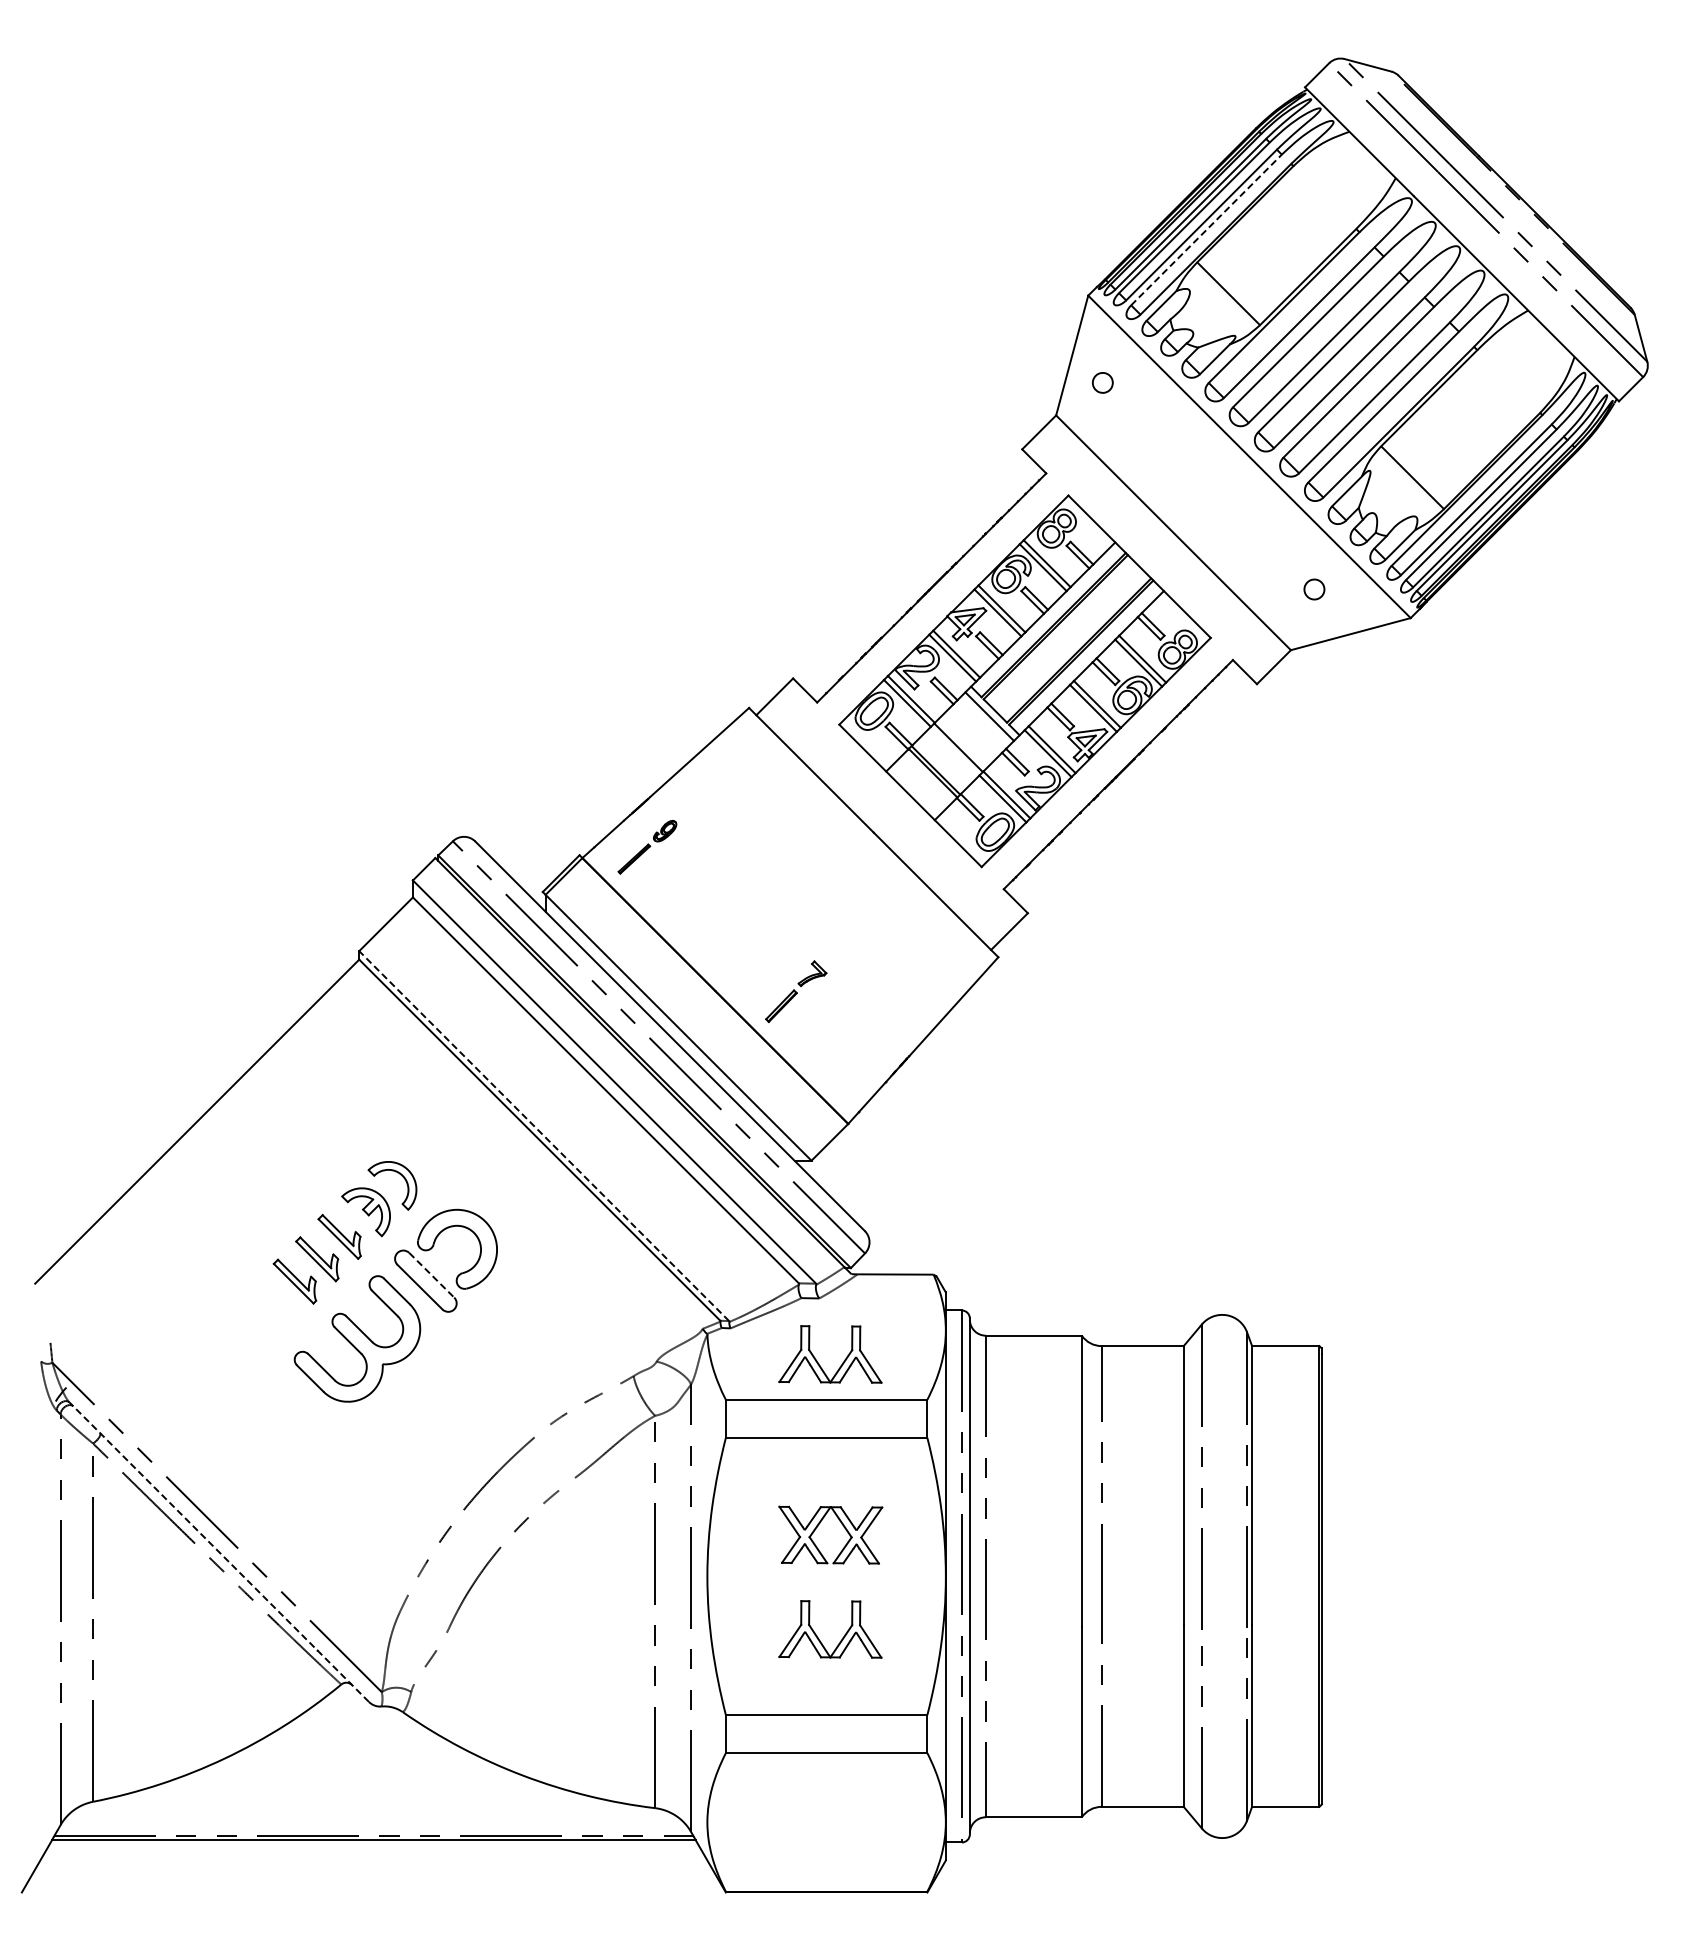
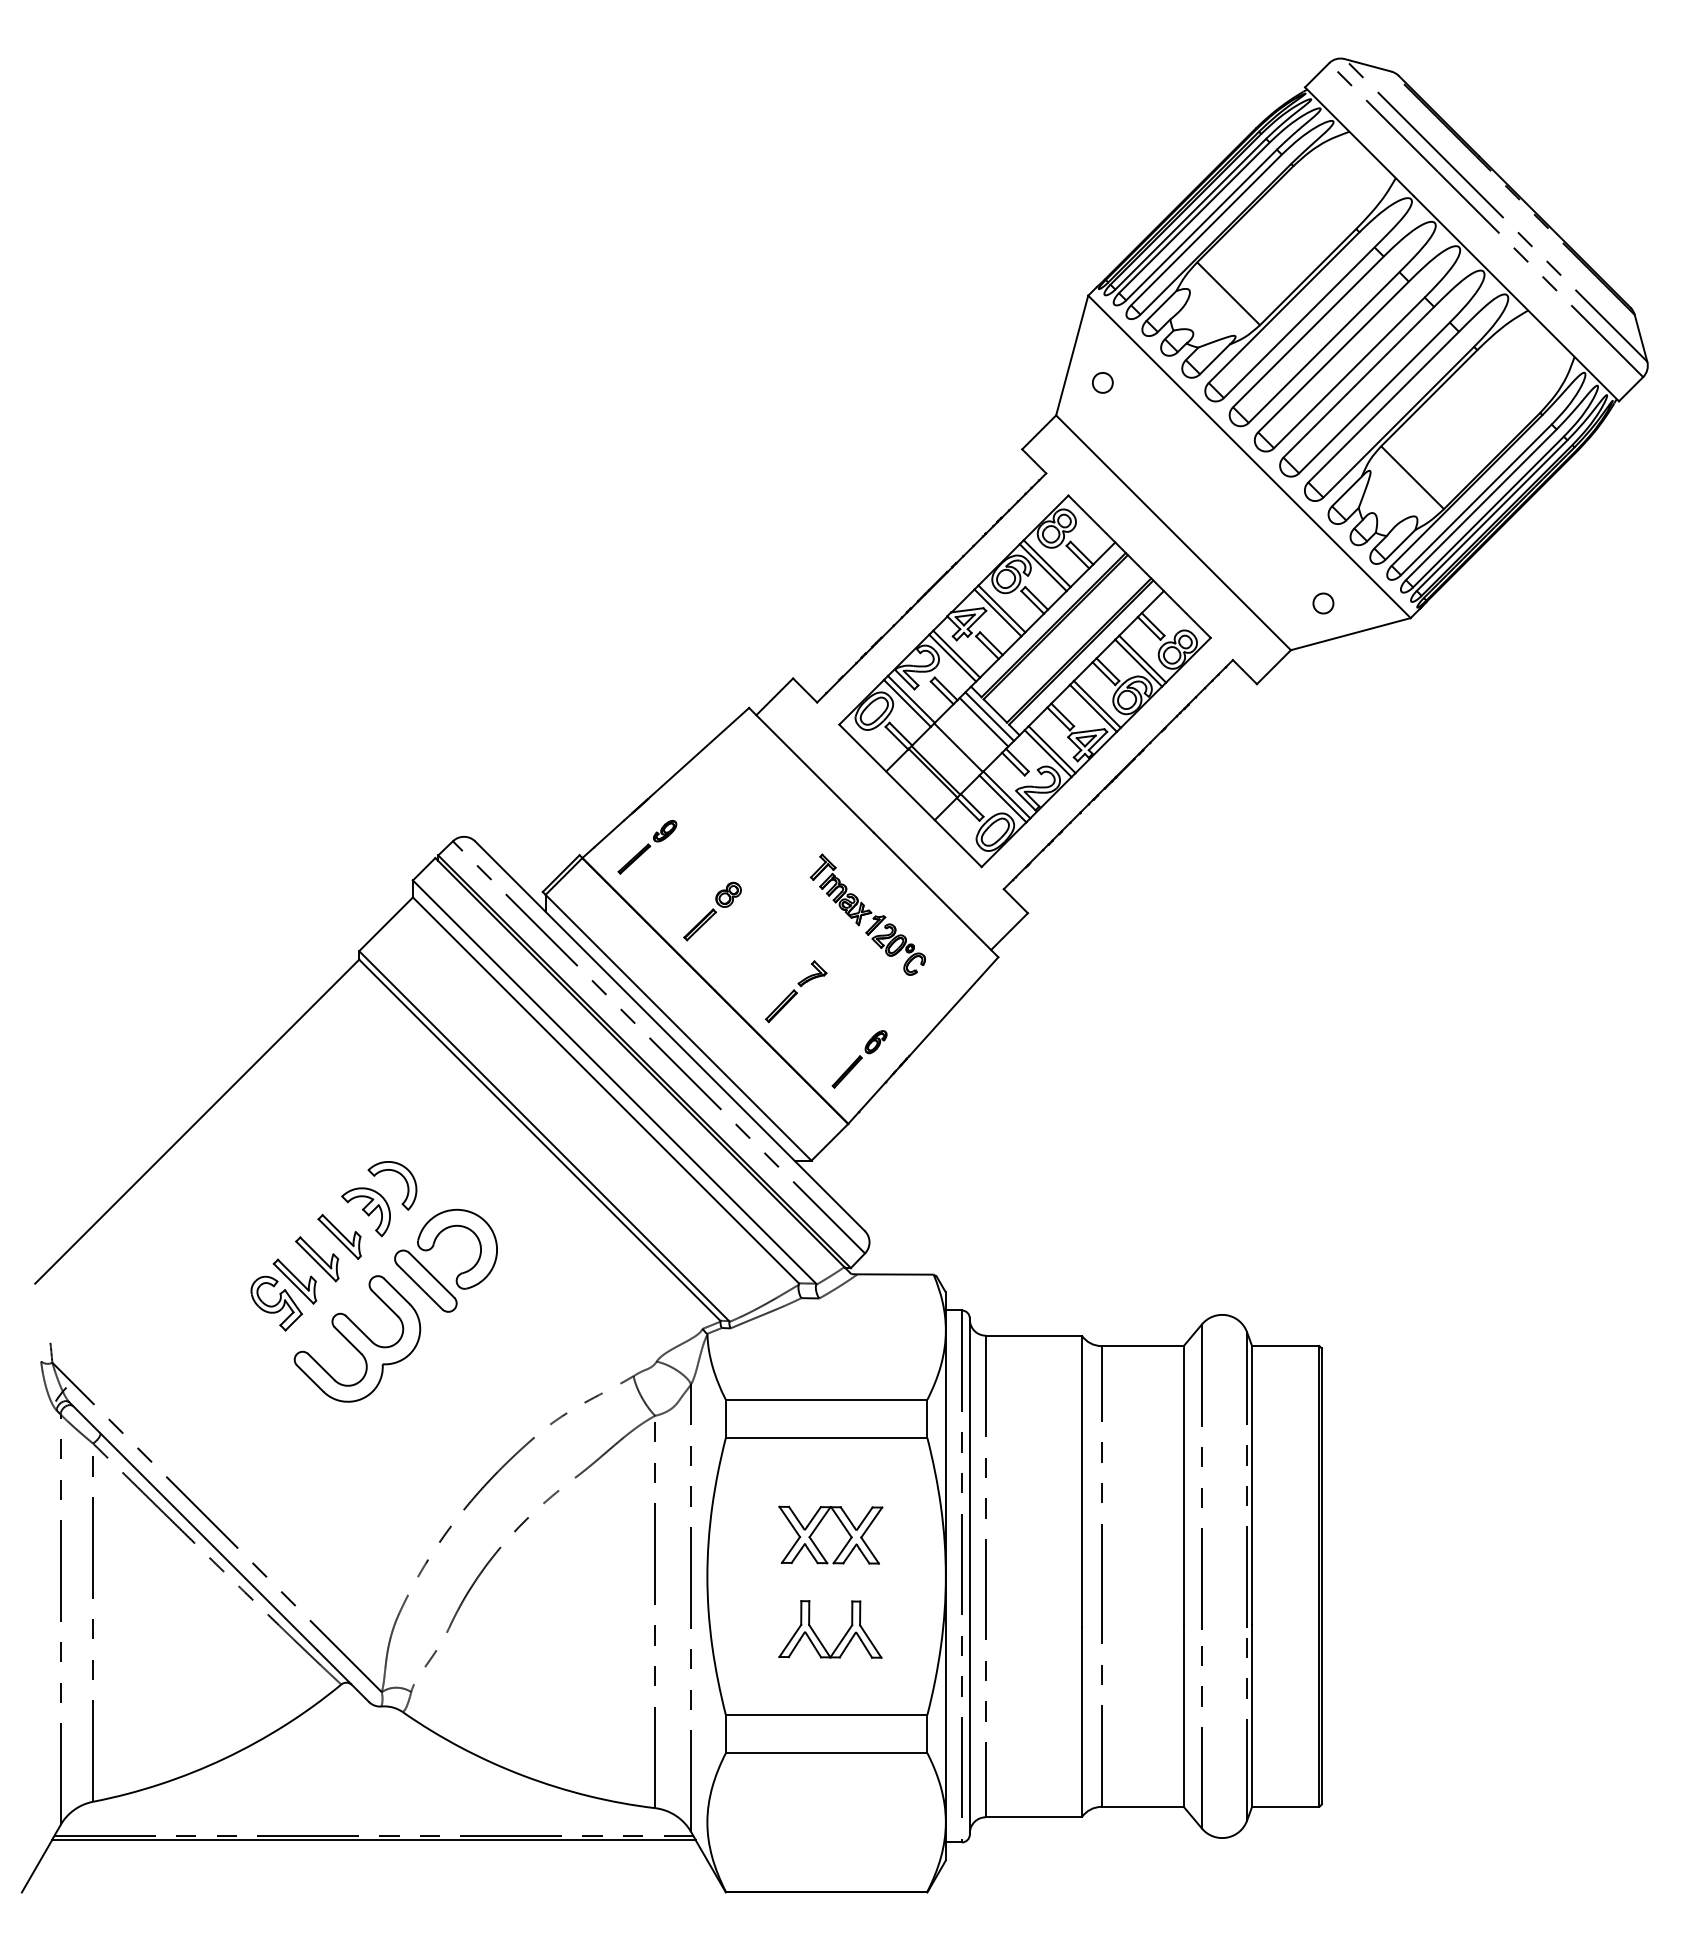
line at (1206, 230): dashed -> solid
part at (1314, 589) position: (1314, 589) -> (1323, 603)
line at (983, 722): none -> present
part at (712, 911): none -> present
part at (867, 914): none -> present
part at (859, 1059): none -> present
line at (544, 1136): dashed -> solid
line at (431, 1275): dashed -> solid
part at (276, 1303): none -> present
part at (819, 1363): present -> none
line at (219, 1552): dashed -> solid
